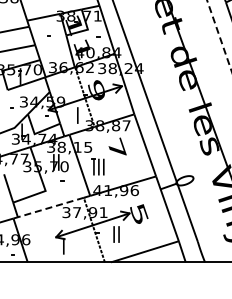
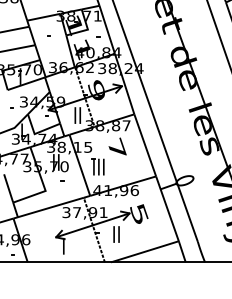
line at (219, 35): dashed -> solid
text at (77, 115): I -> II
line at (51, 207): dashed -> solid
